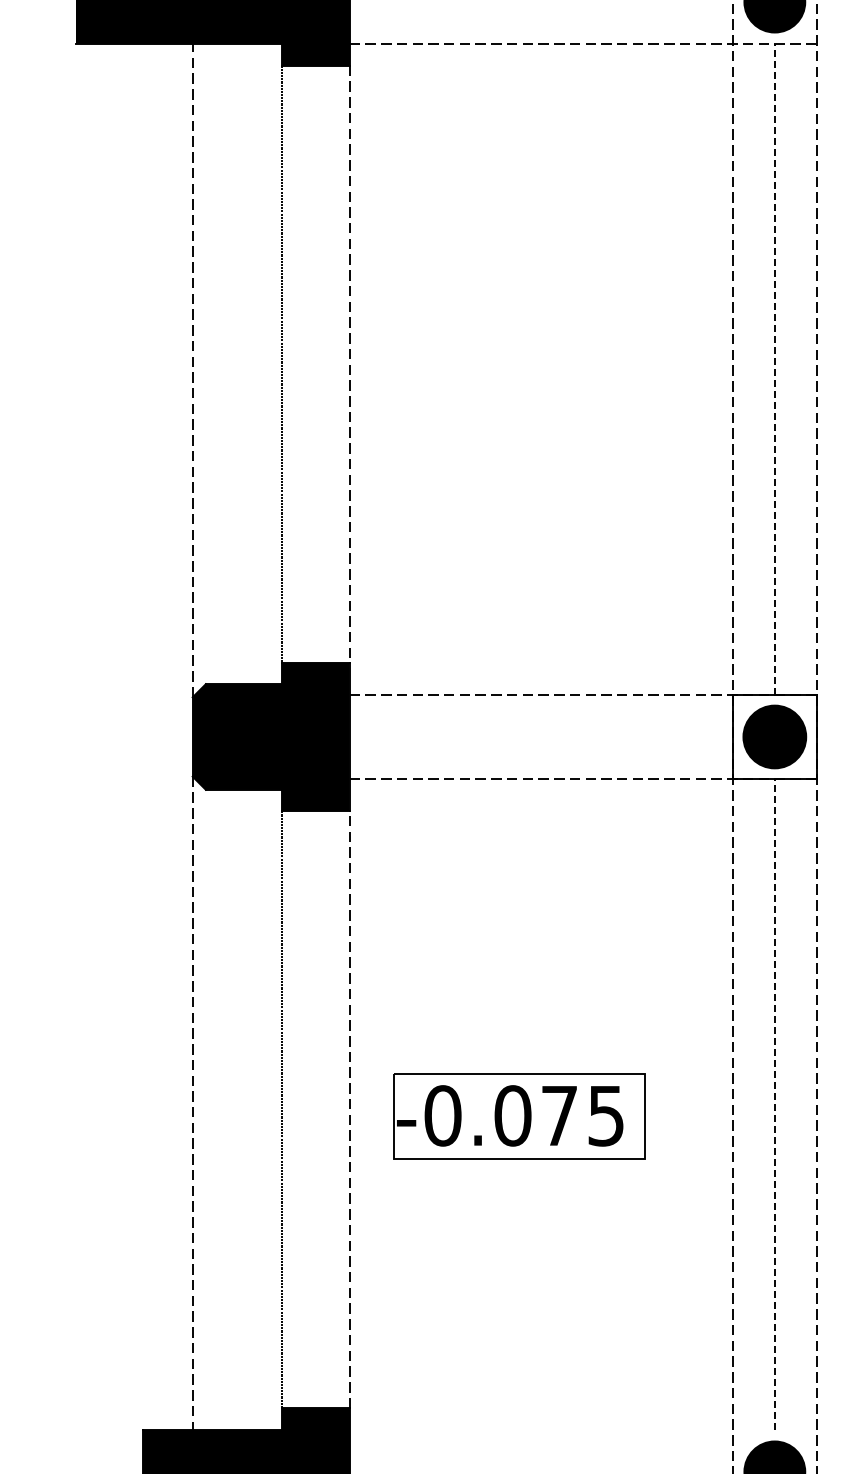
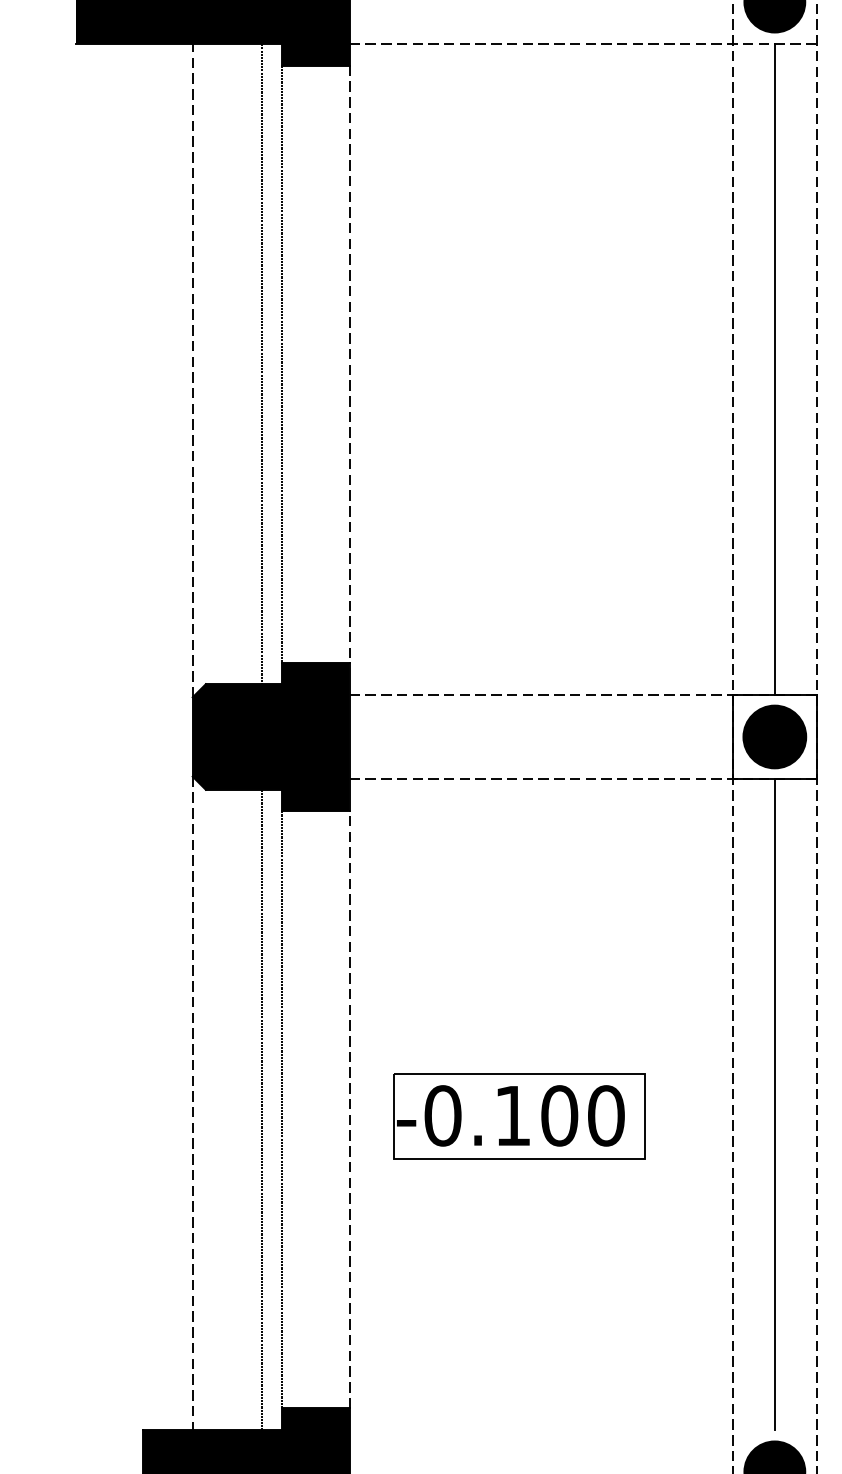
line at (262, 364): none -> present
line at (774, 369): dashed -> solid
line at (774, 1103): dashed -> solid
line at (262, 1109): none -> present
text at (559, 1115): -0.075 -> -0.100
